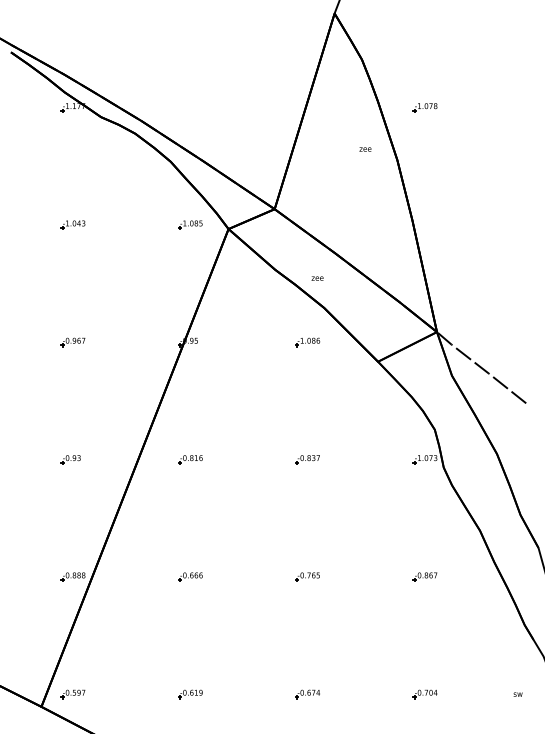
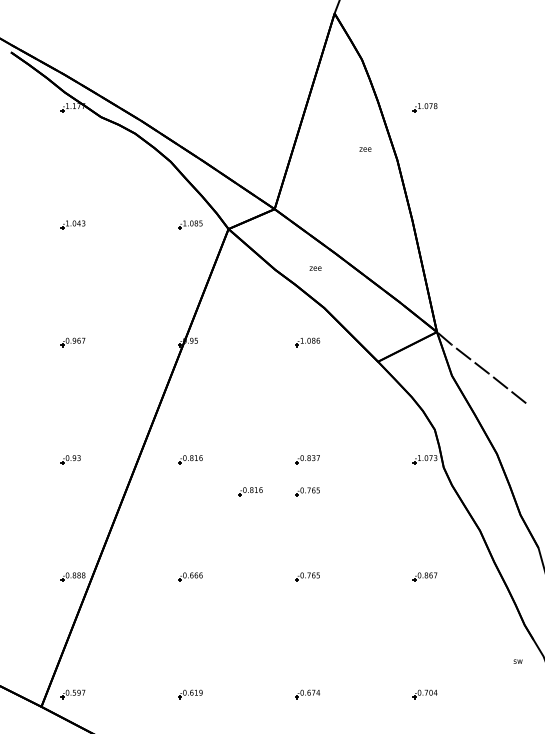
text at (317, 278) position: (317, 278) -> (315, 268)
part at (250, 491): none -> present
part at (307, 491): none -> present
text at (517, 694) position: (517, 694) -> (517, 661)
